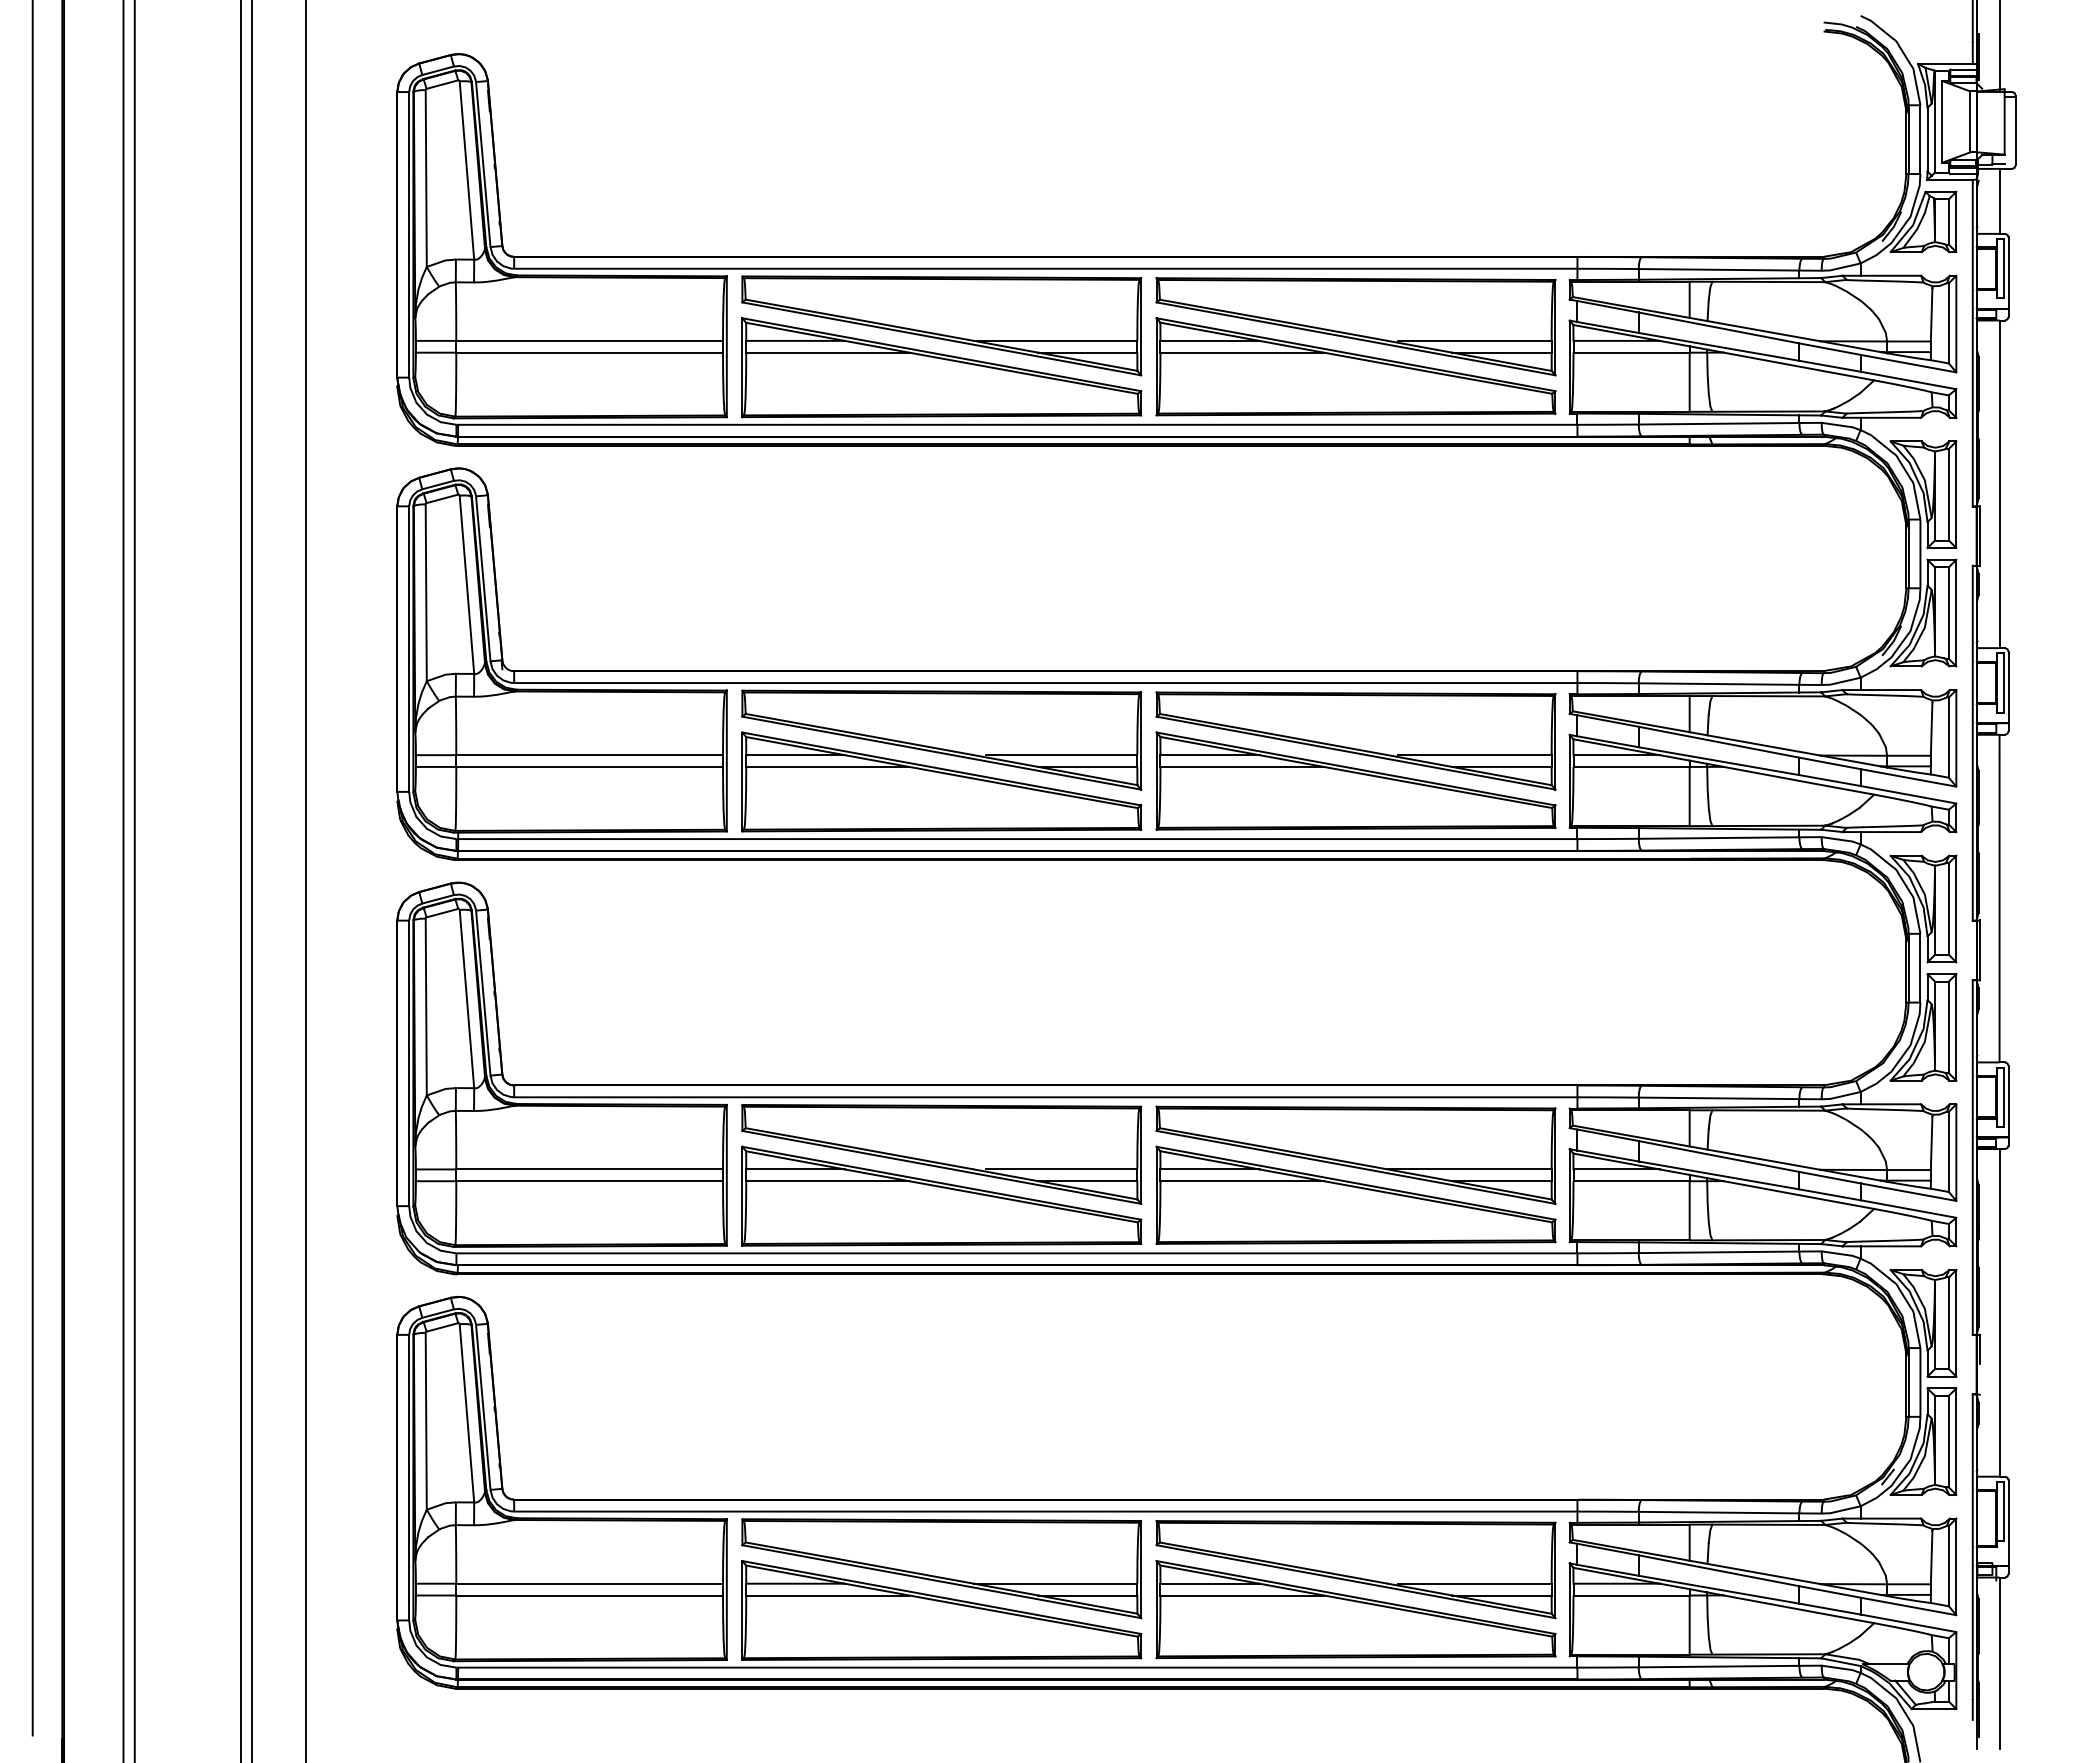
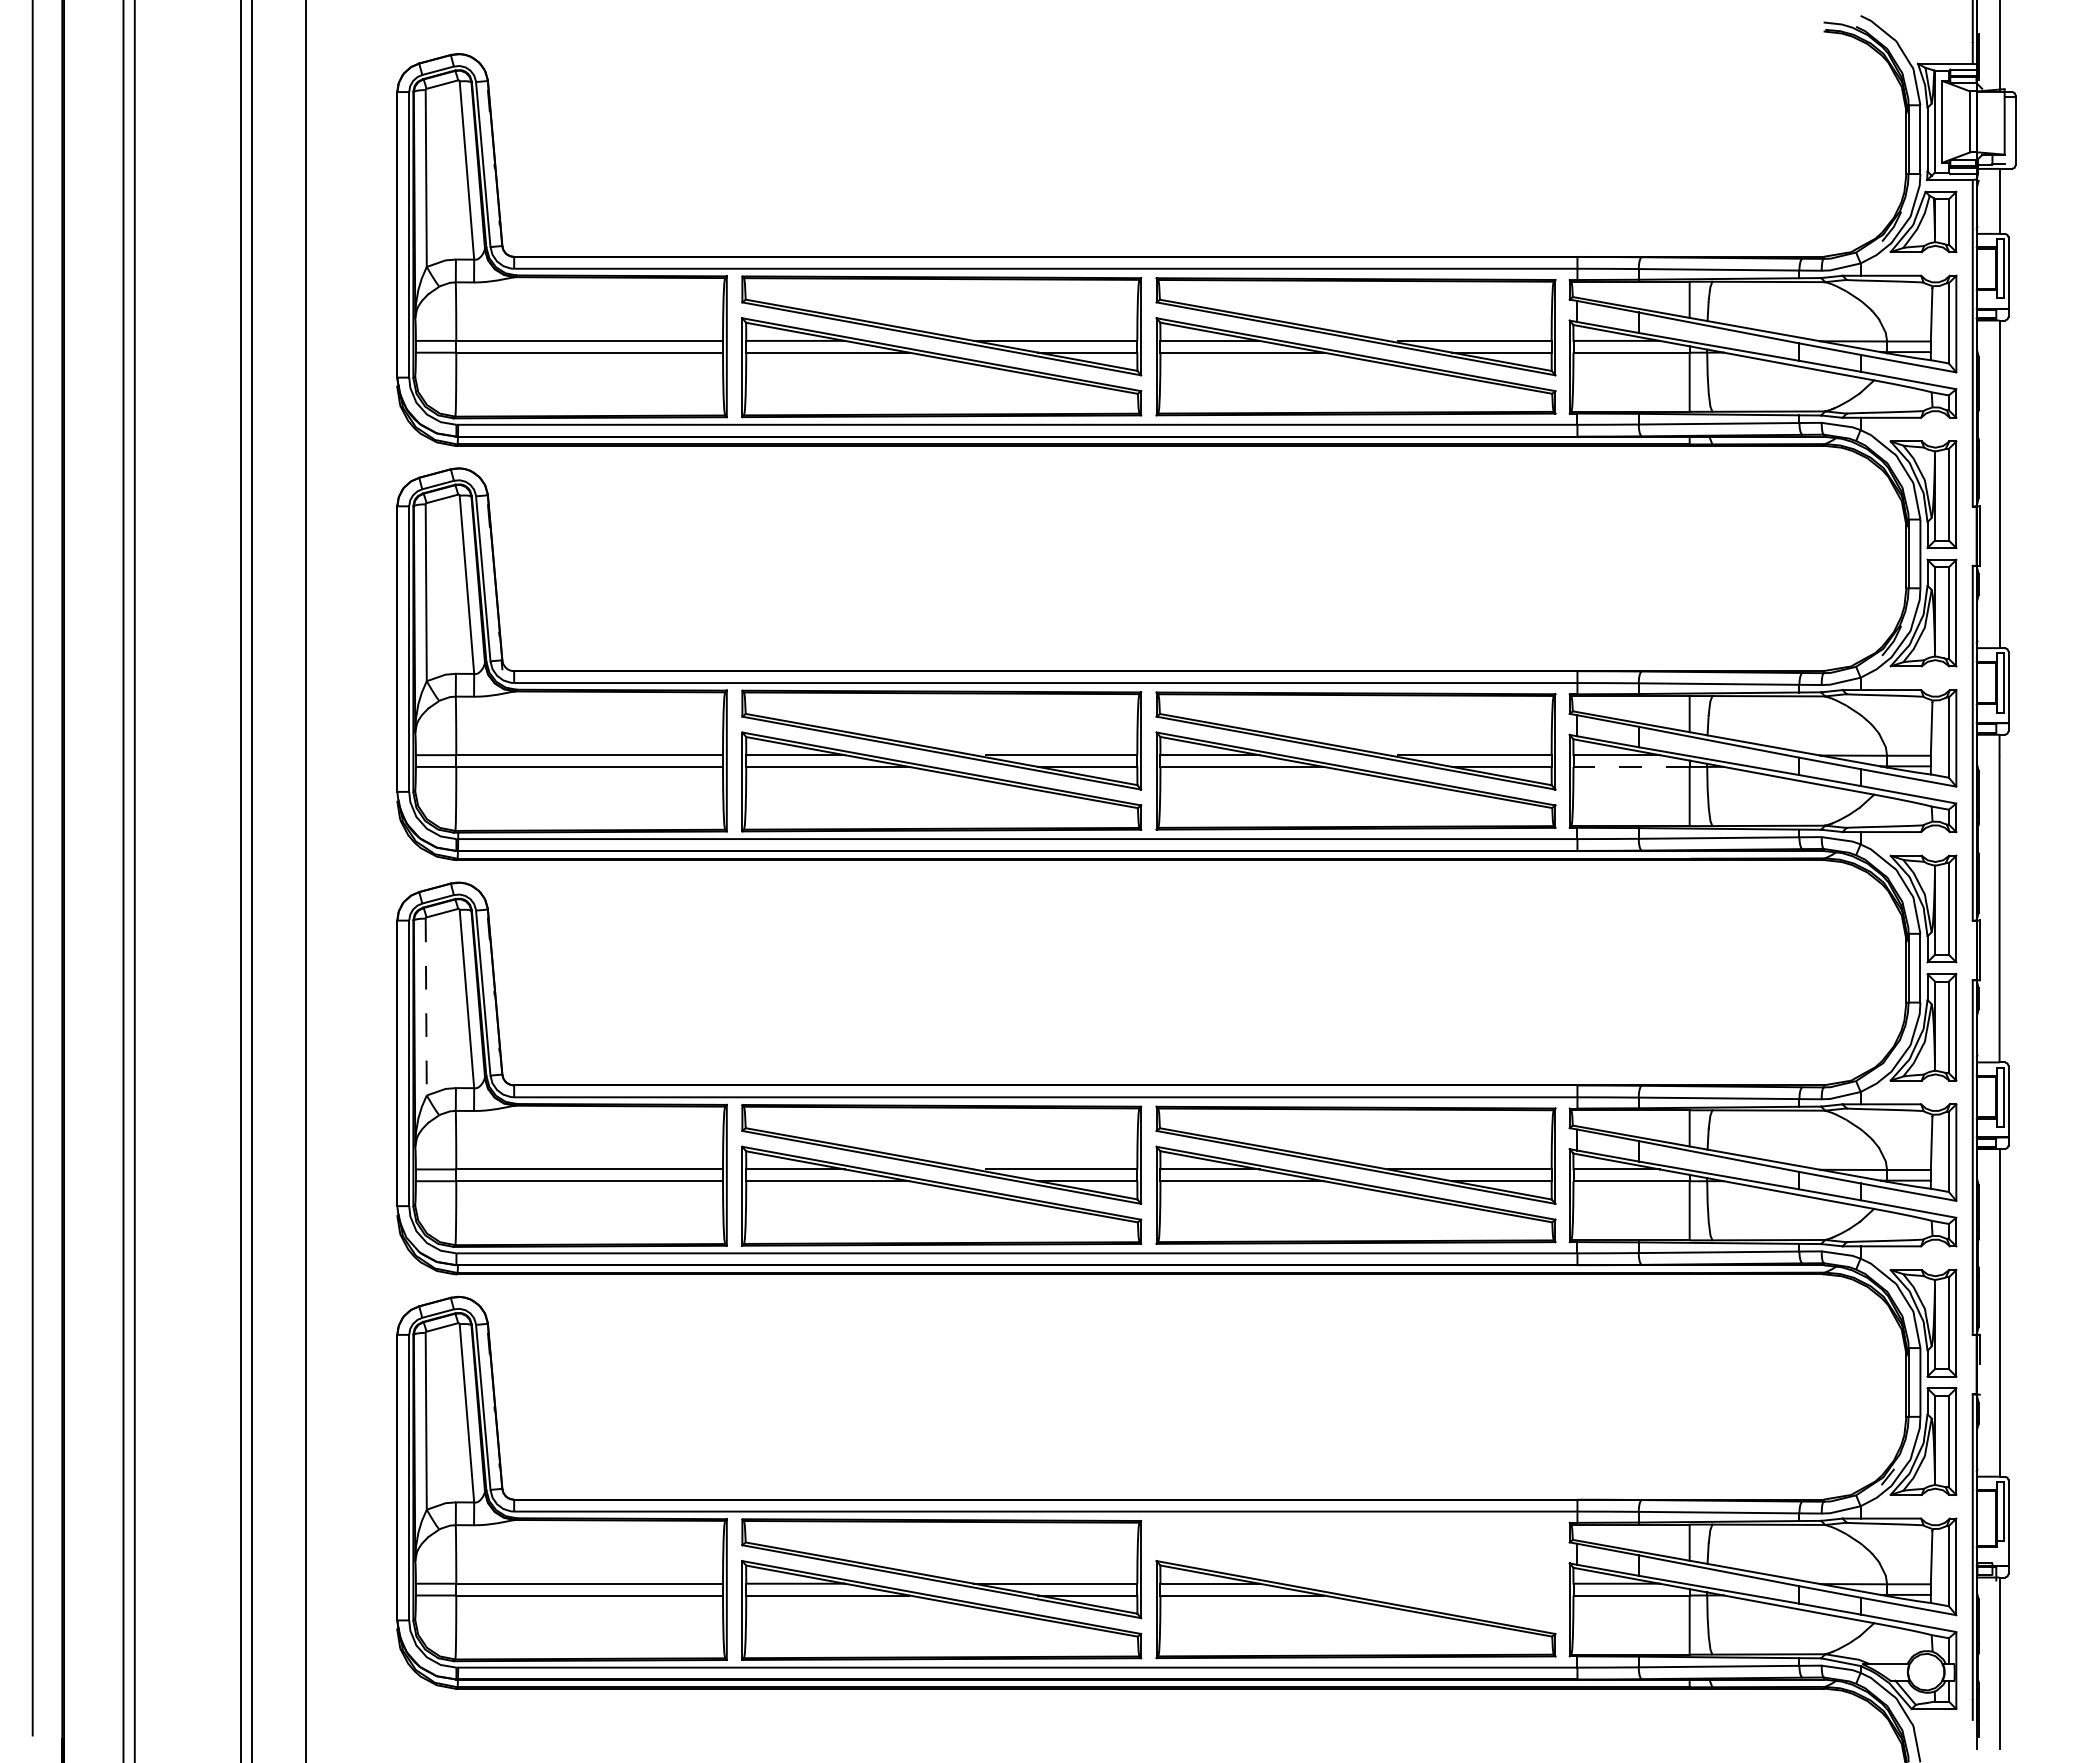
line at (1631, 766): solid -> dashed
line at (426, 1007): solid -> dashed
part at (1355, 1569): present -> none
